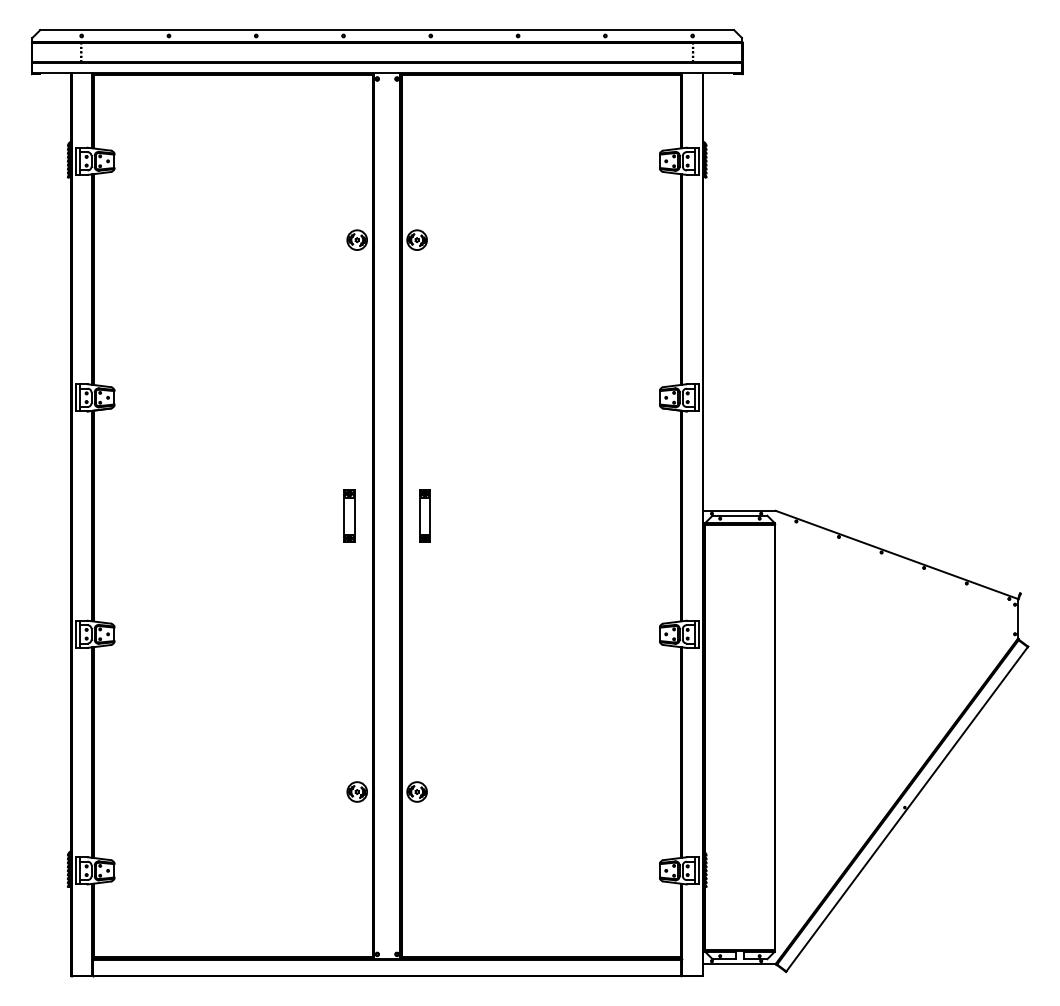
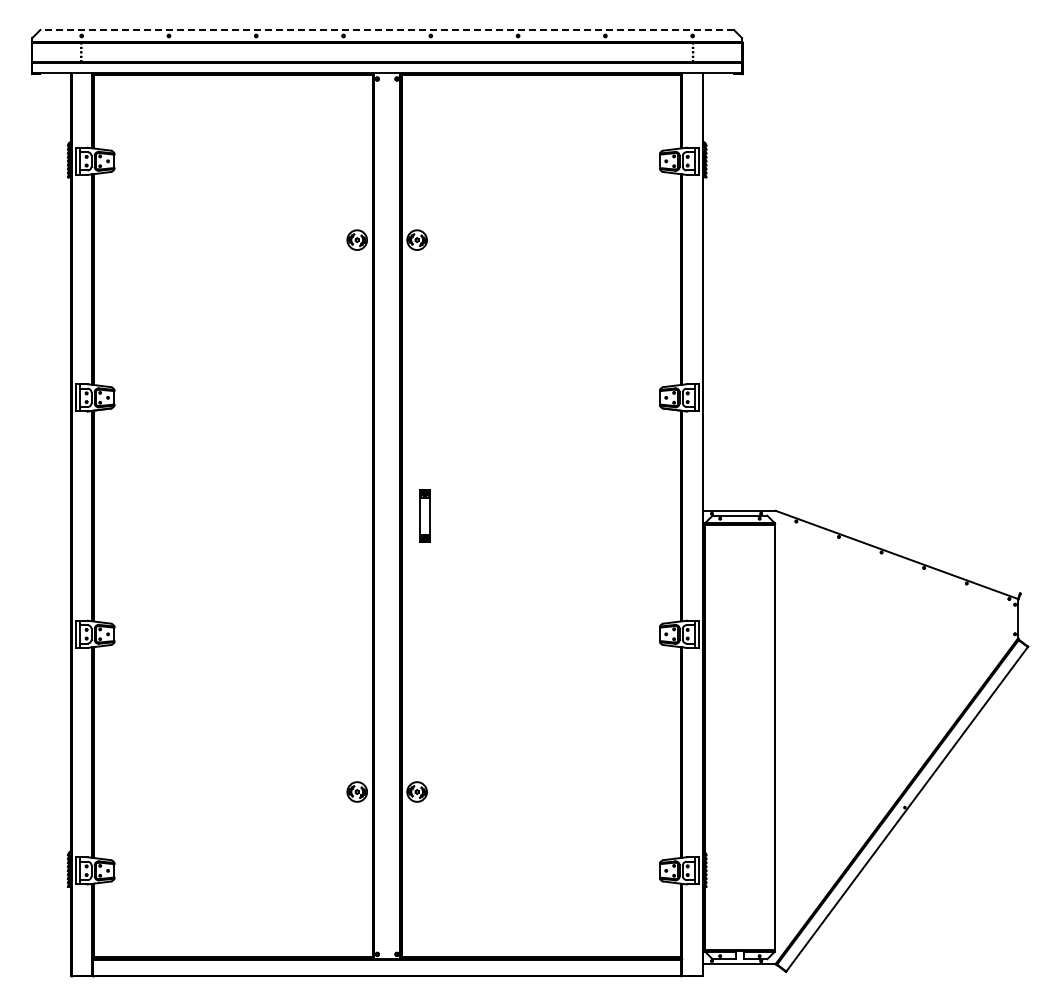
line at (387, 30): solid -> dashed
part at (349, 515): present -> none
